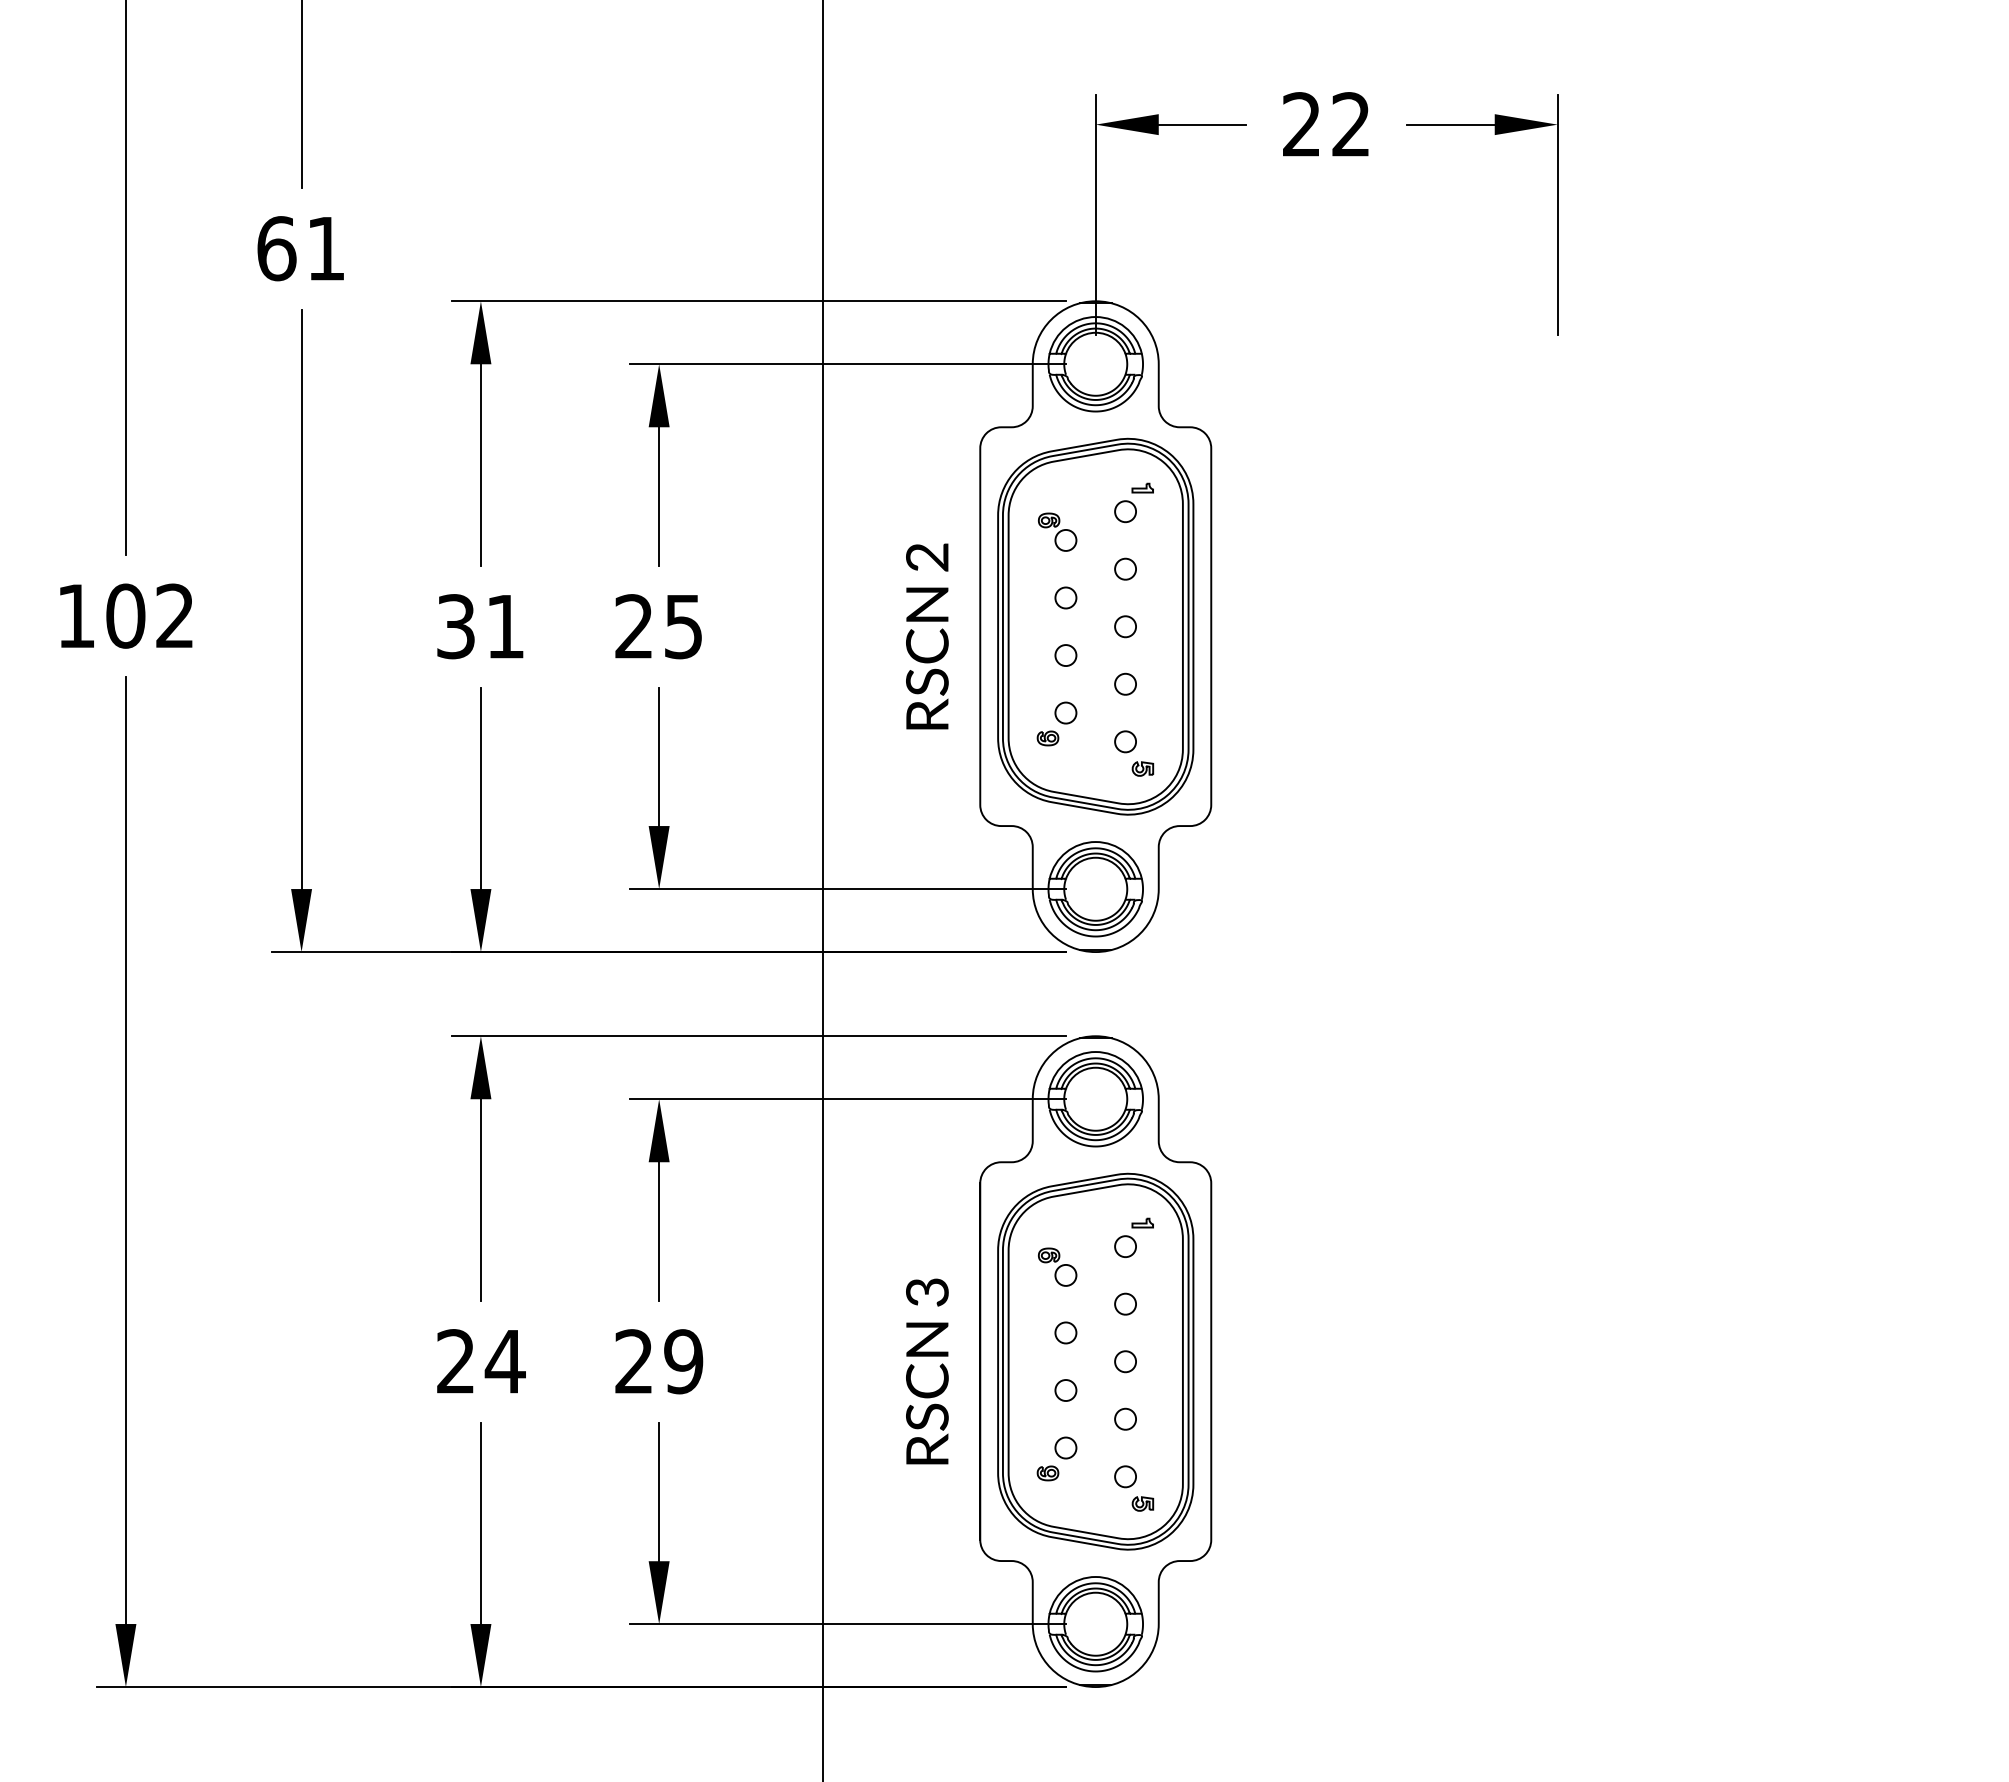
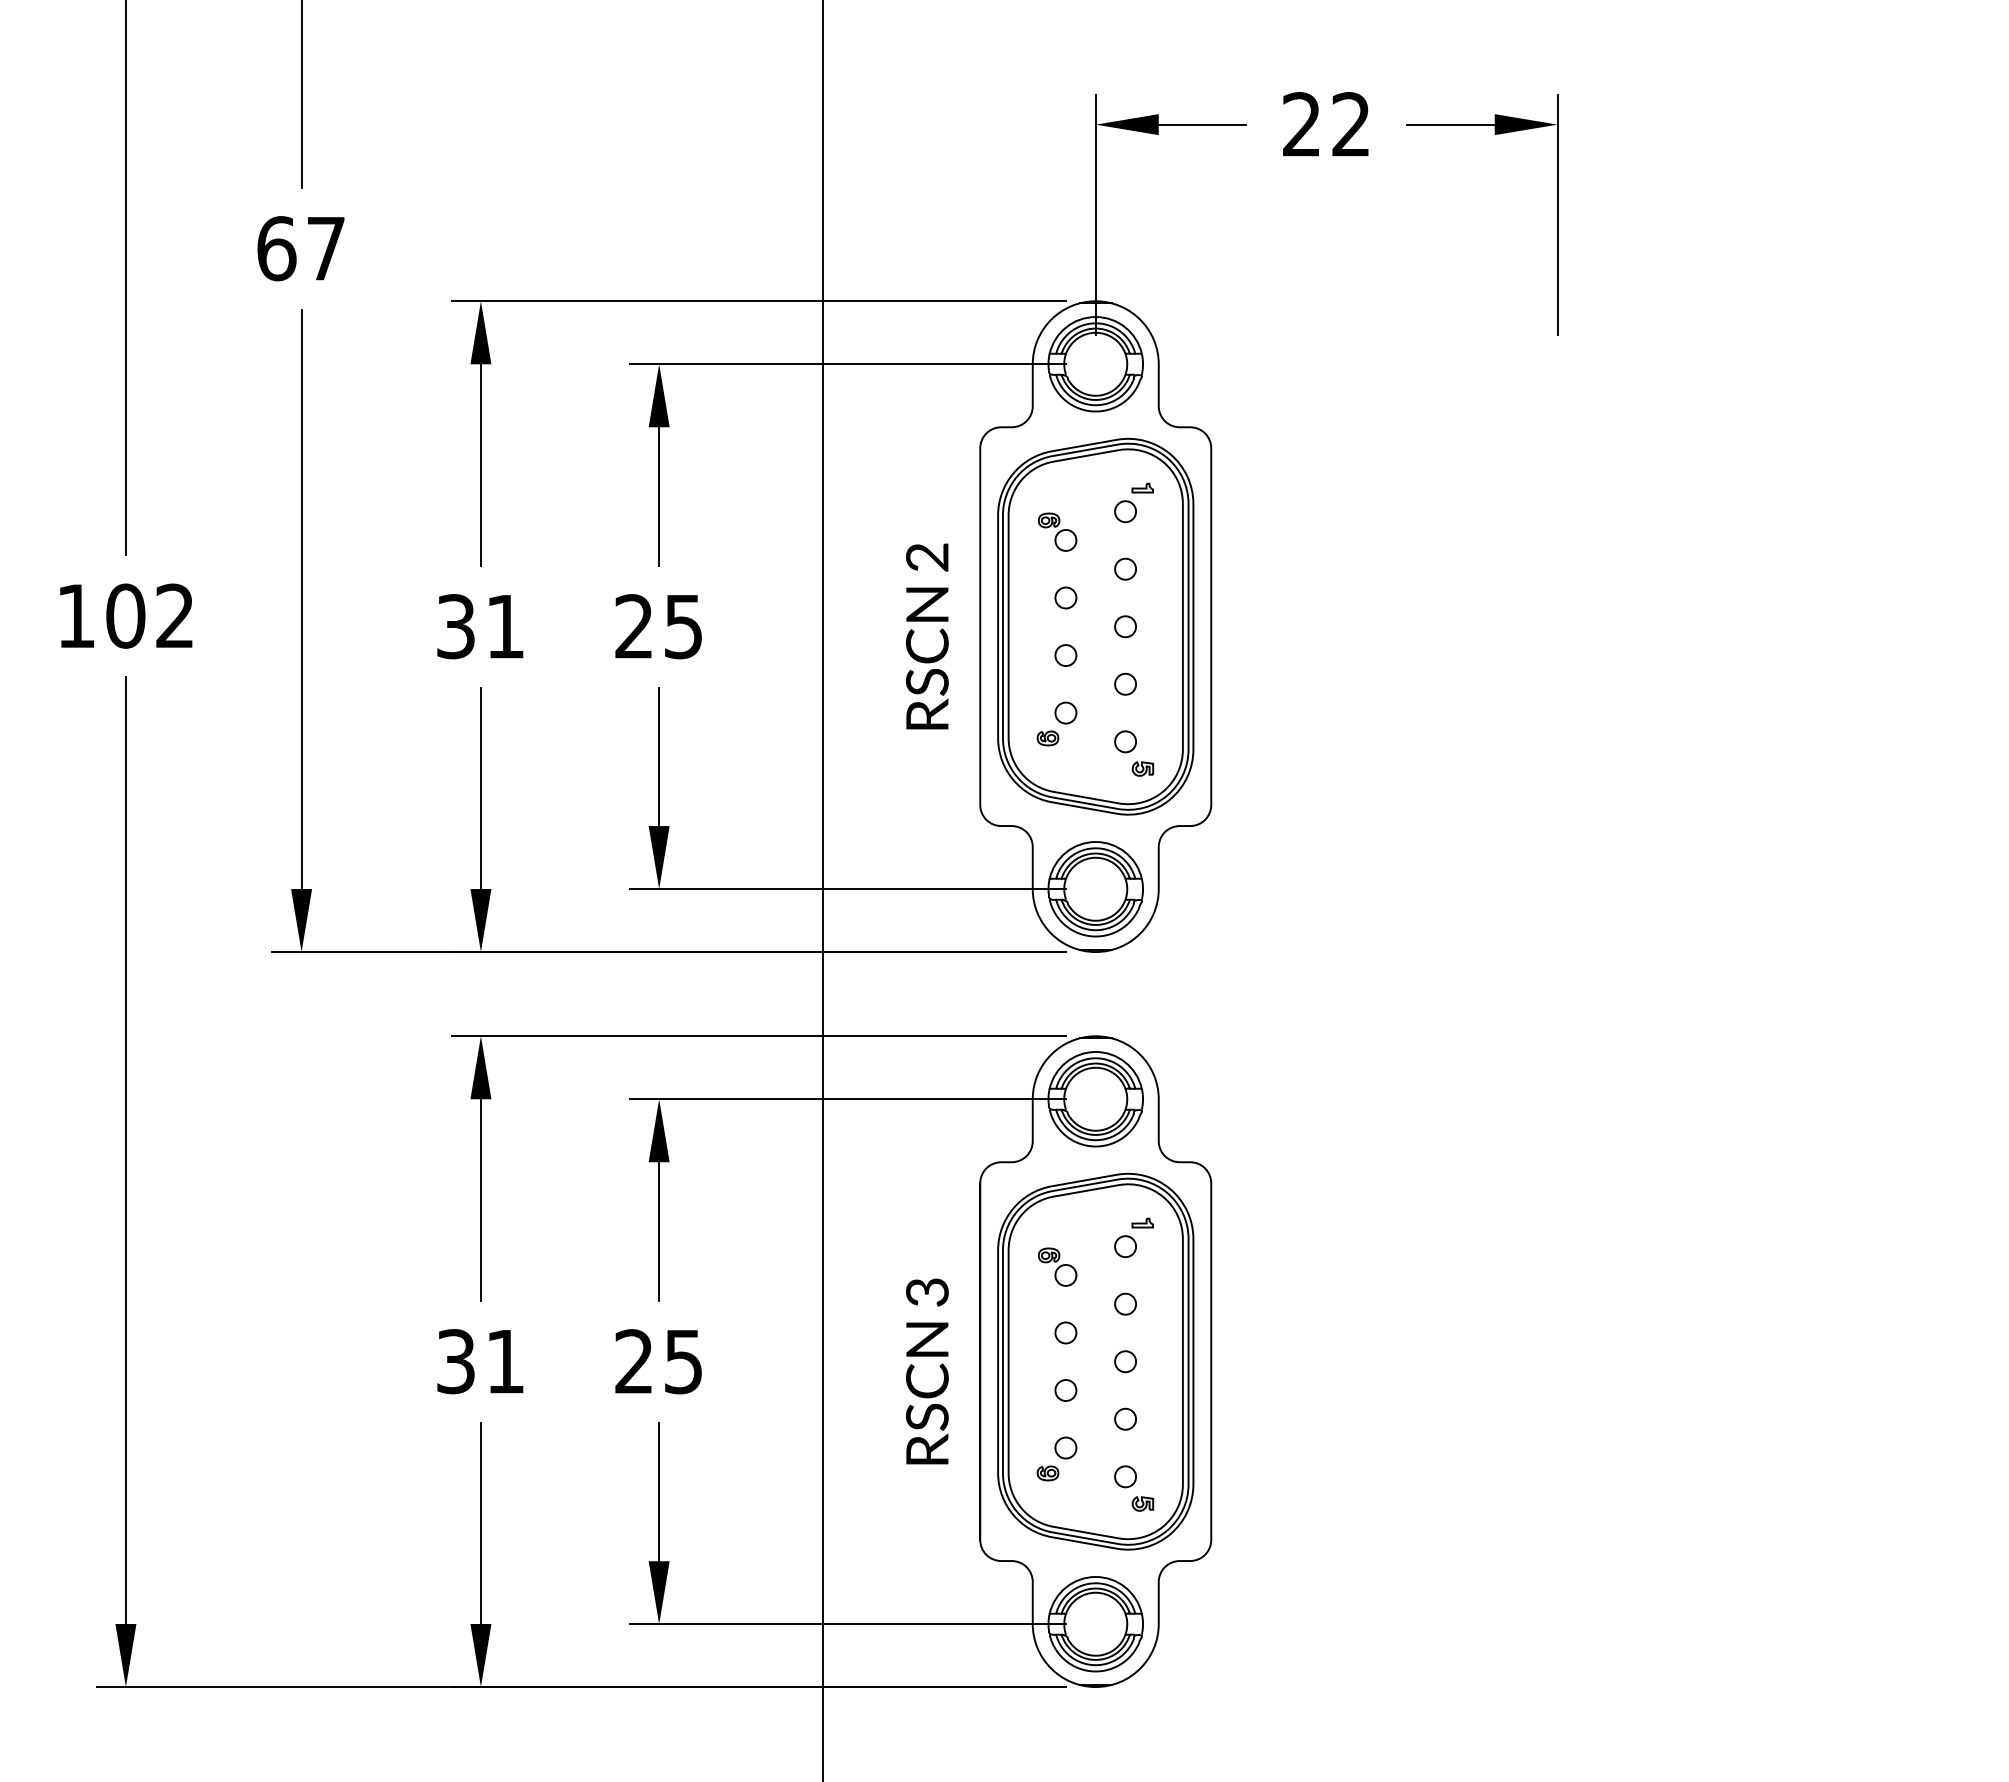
text at (326, 248): 61 -> 67
text at (481, 1361): 24 -> 31
text at (683, 1361): 29 -> 25
